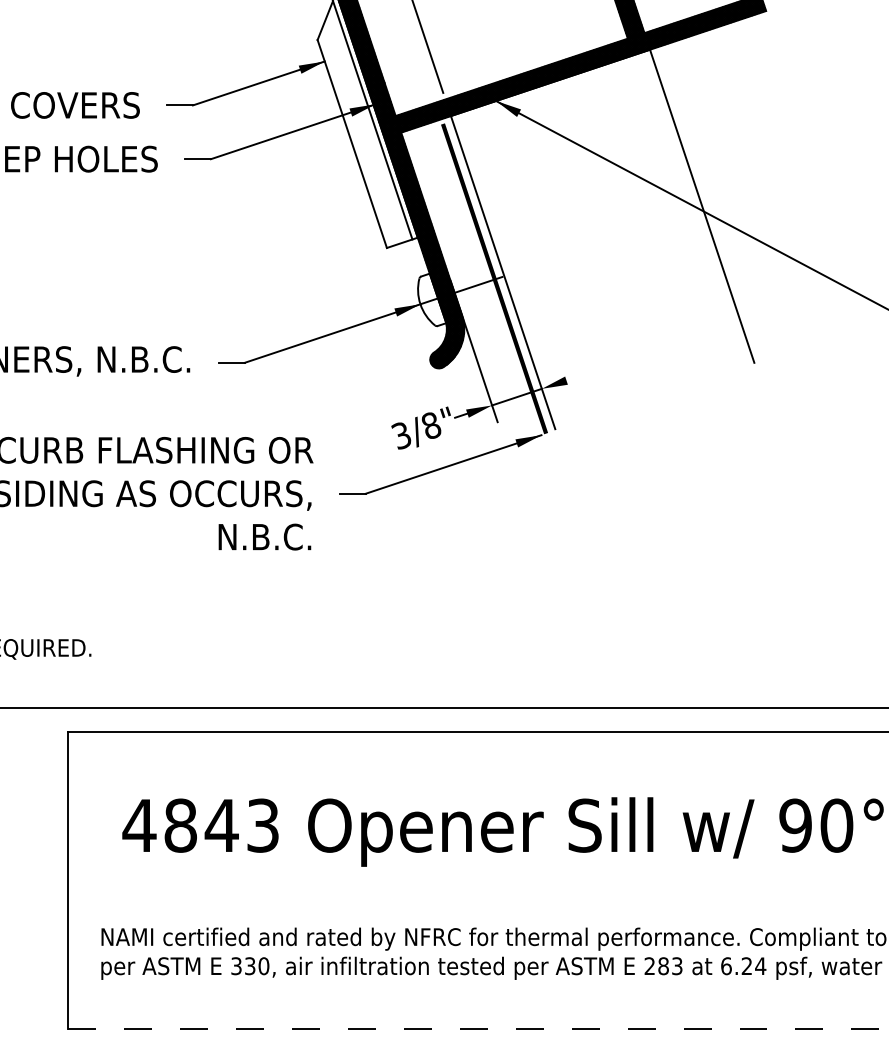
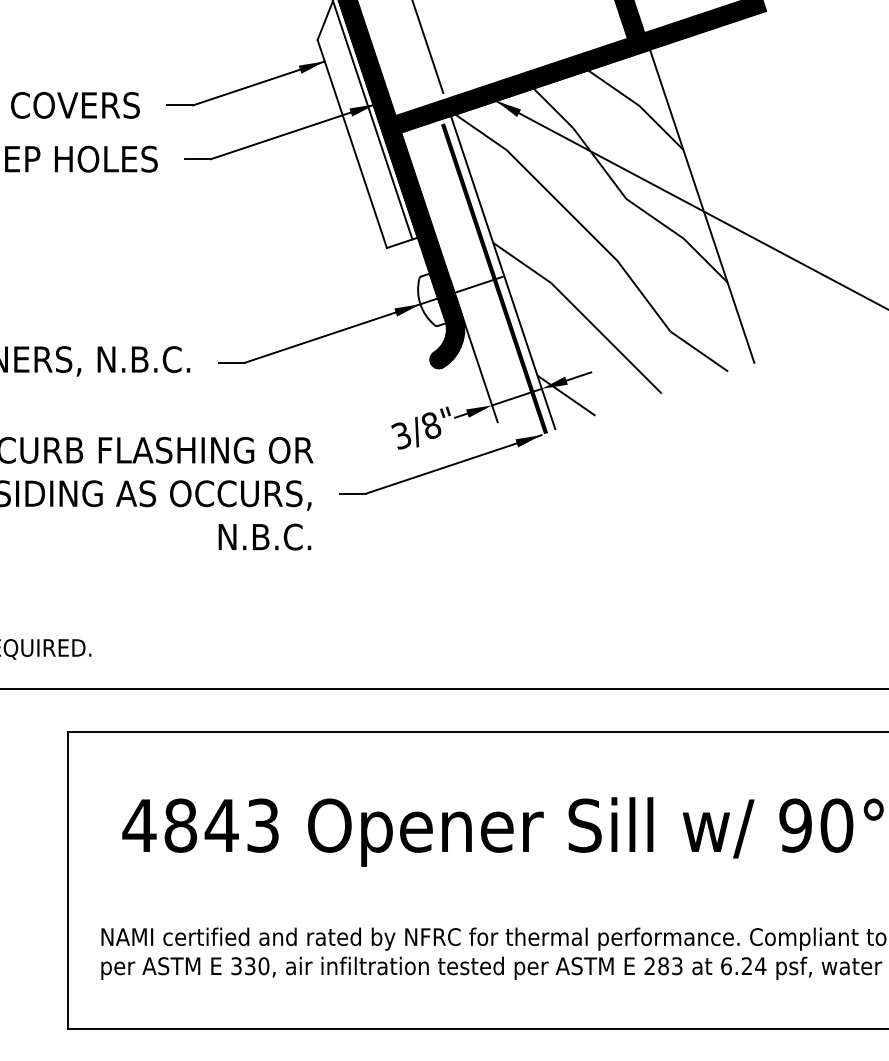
hatch at (591, 242): none -> present
line at (578, 376): none -> present
line at (443, 708) position: (443, 708) -> (443, 689)
line at (478, 1029): dashed -> solid
